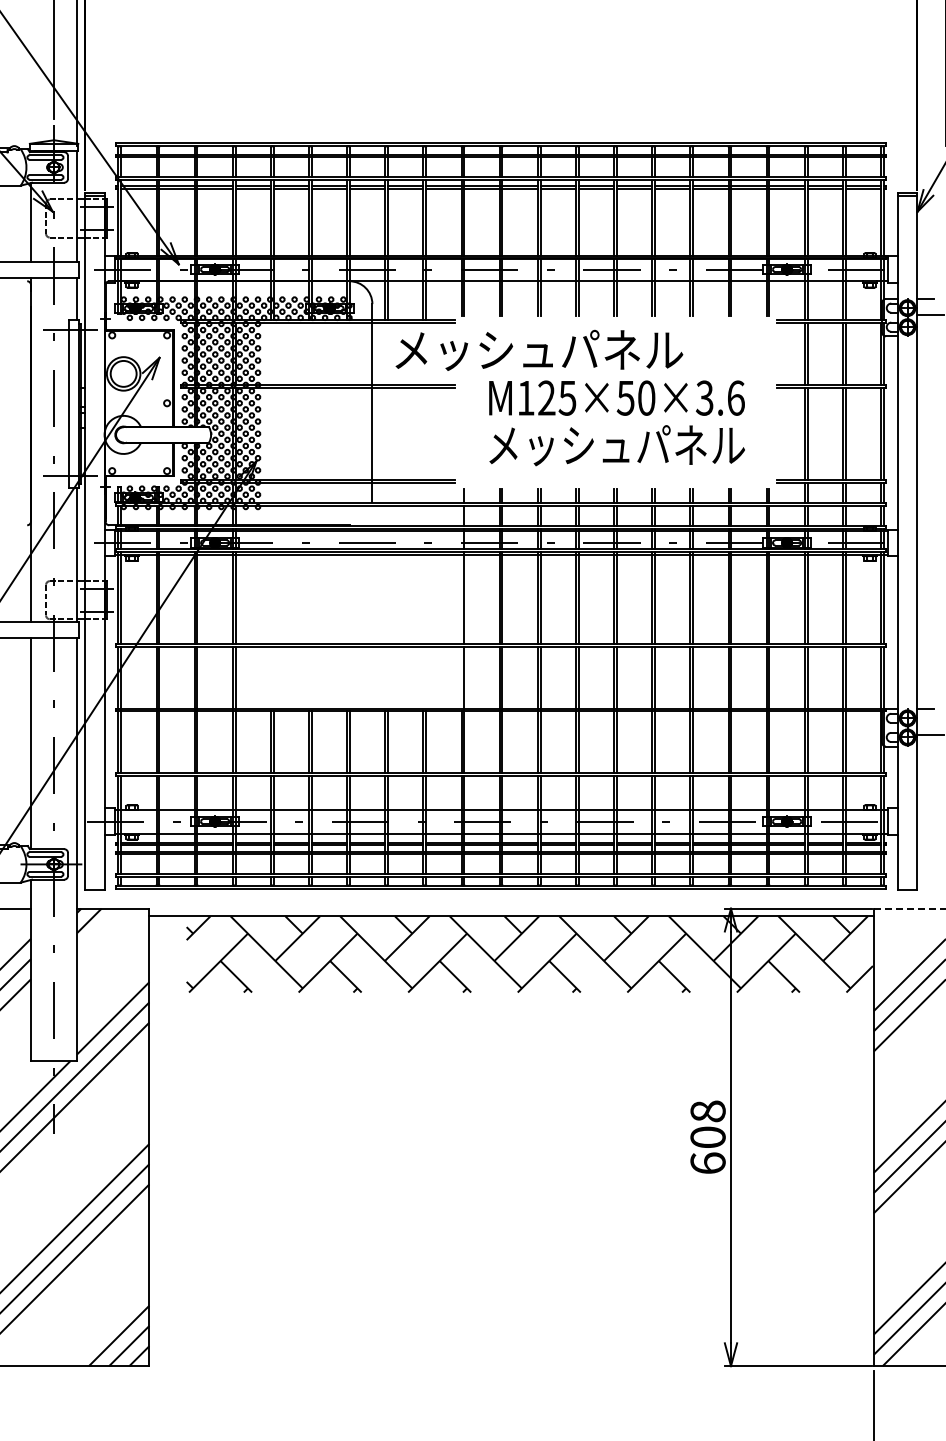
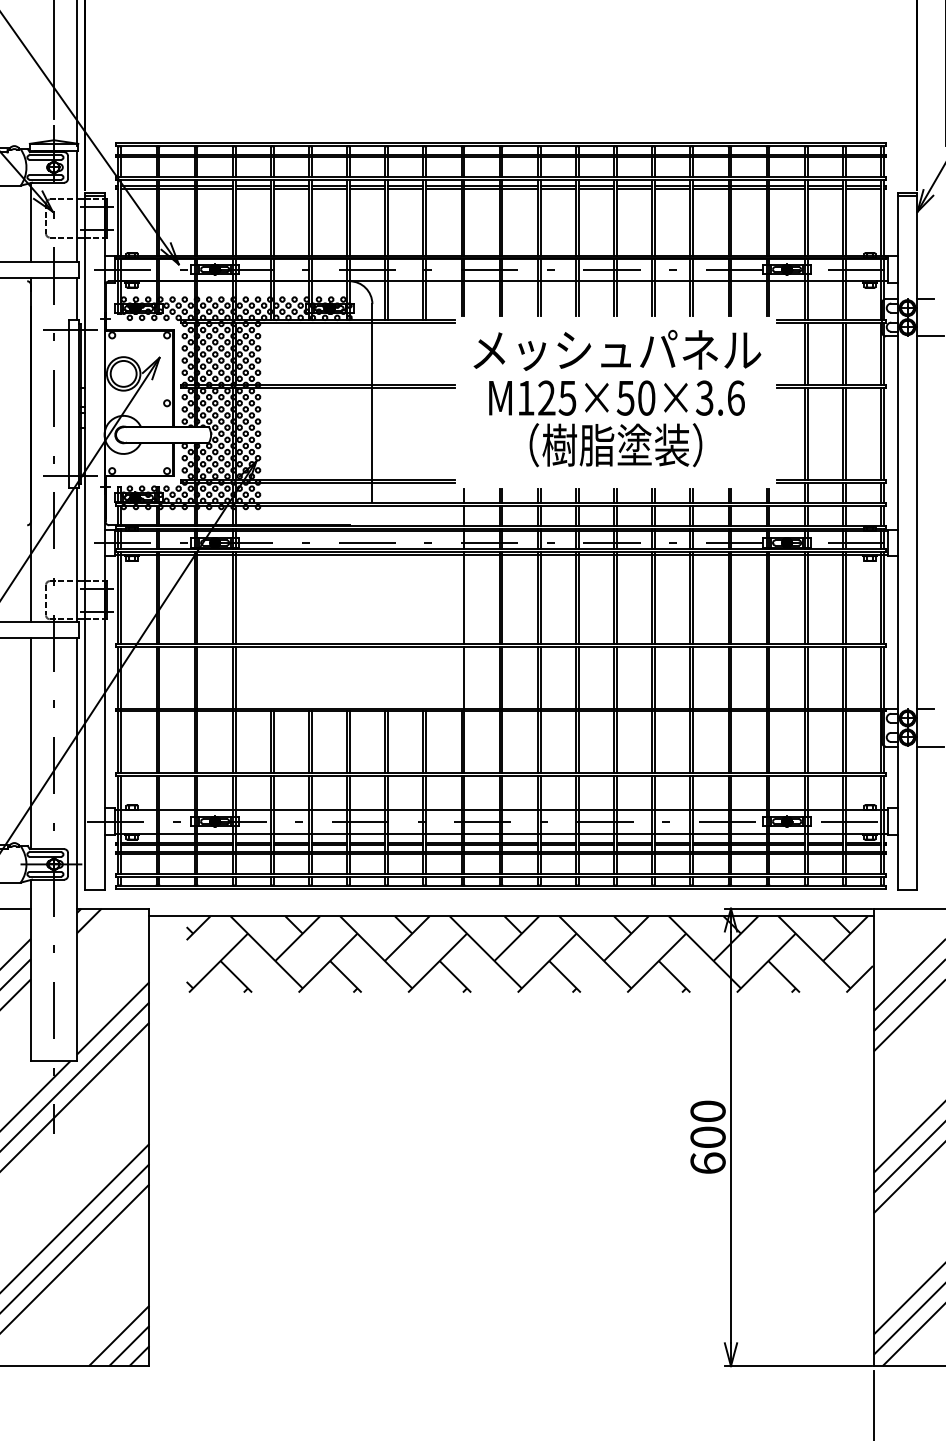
line at (929, 315) position: (929, 315) -> (929, 336)
text at (539, 349) position: (539, 349) -> (617, 349)
text at (616, 445): メッシュパネル -> （樹脂塗装）
line at (929, 734) position: (929, 734) -> (929, 746)
line at (909, 908): dashed -> solid
text at (707, 1111): 608 -> 600
